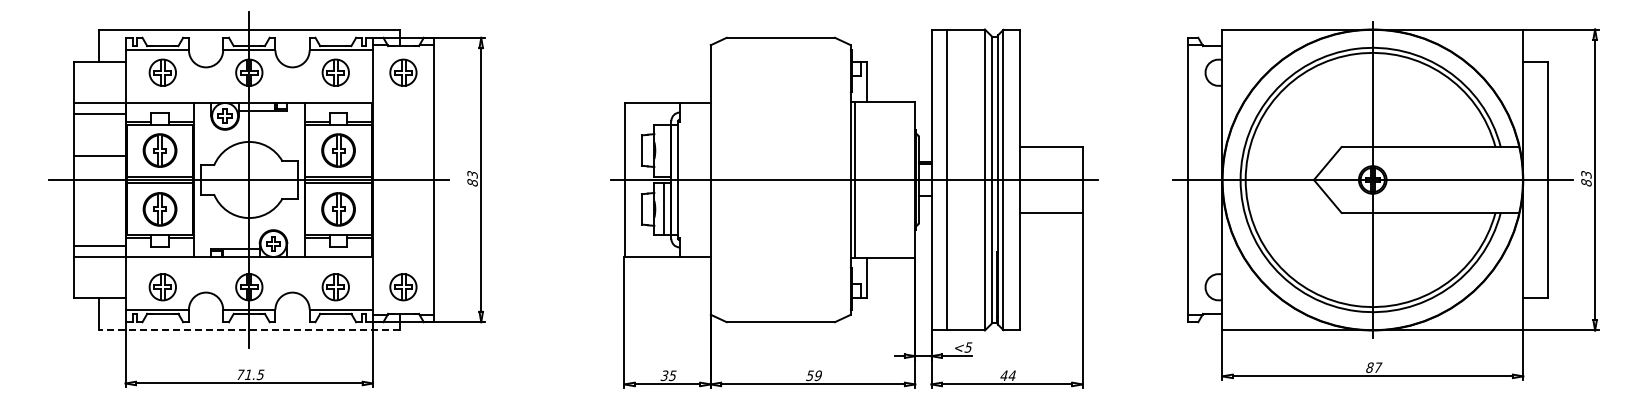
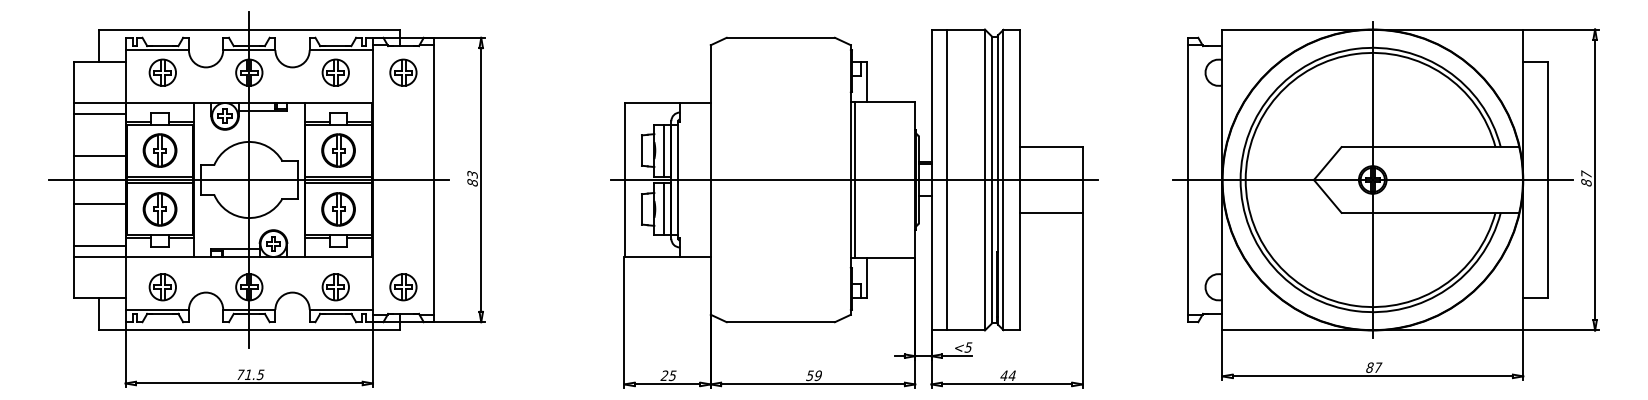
line at (663, 150): none -> present
text at (1586, 174): 83 -> 87
line at (99, 204): none -> present
line at (248, 330): dashed -> solid
text at (664, 376): 35 -> 25
